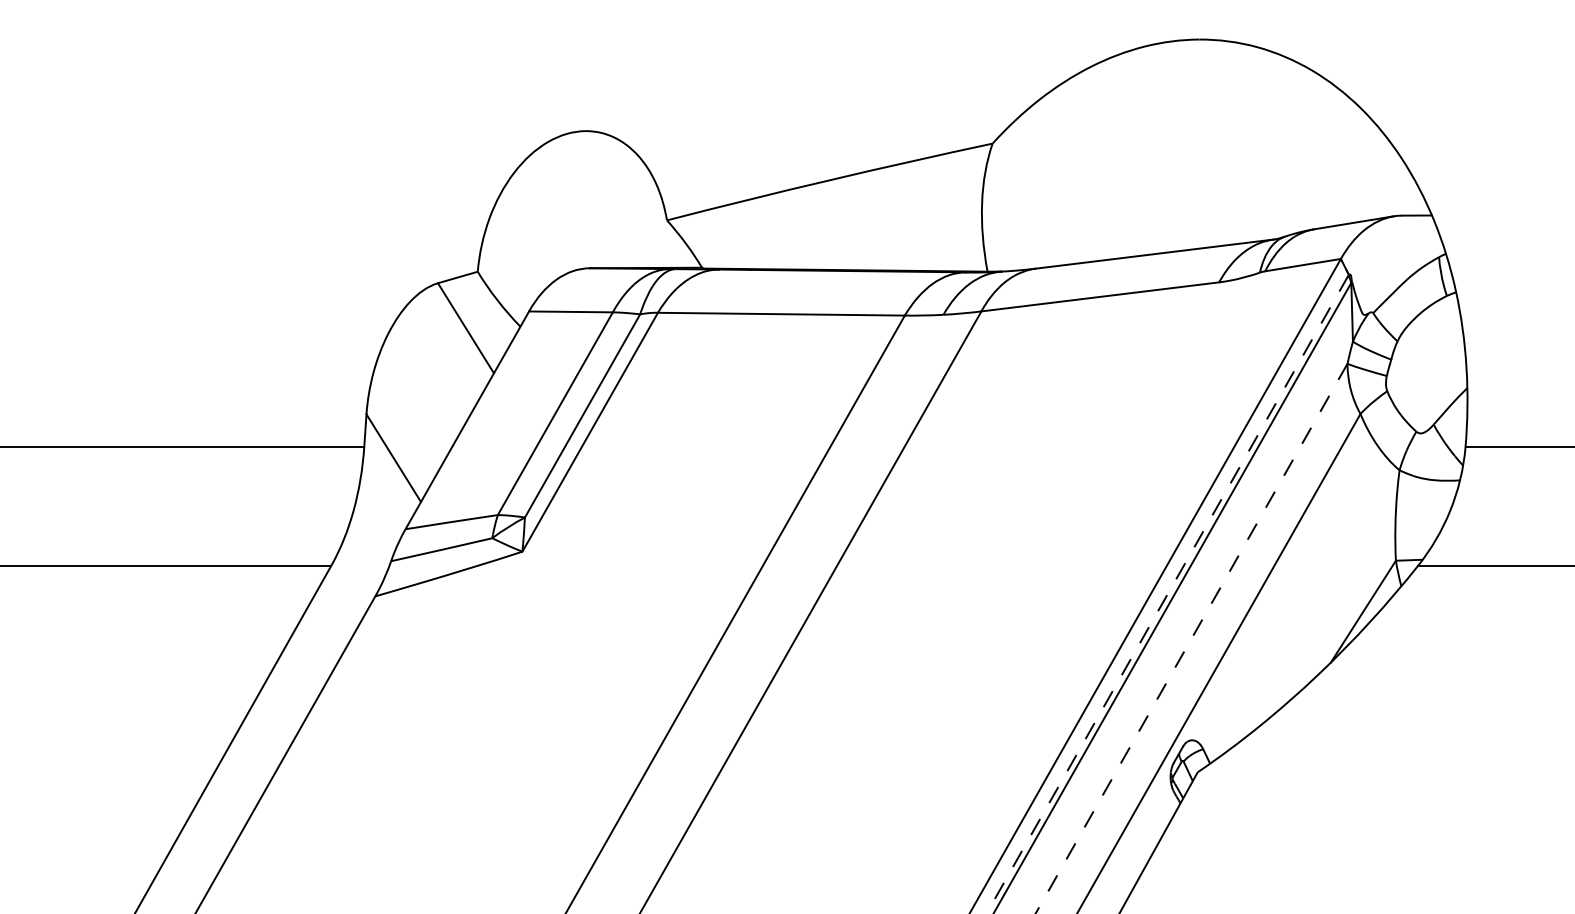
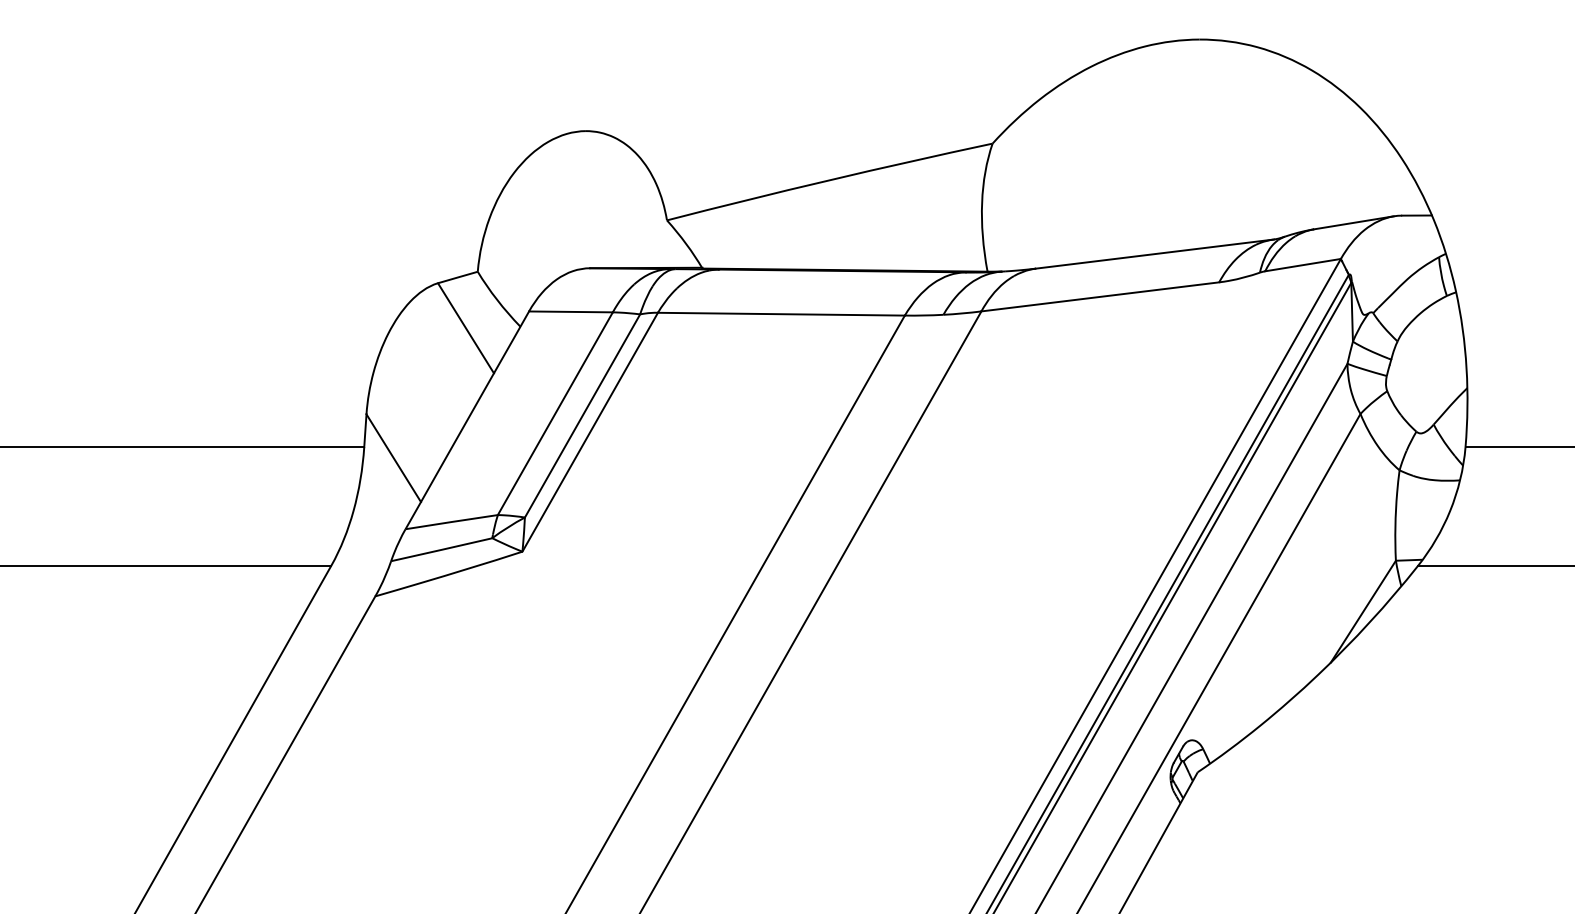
line at (1167, 594): dashed -> solid
line at (1191, 639): dashed -> solid
